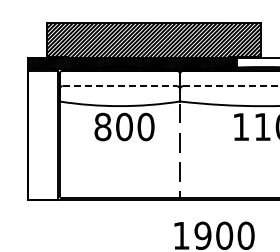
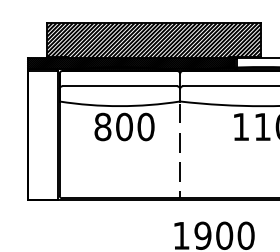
line at (120, 86): dashed -> solid
line at (231, 86): dashed -> solid
